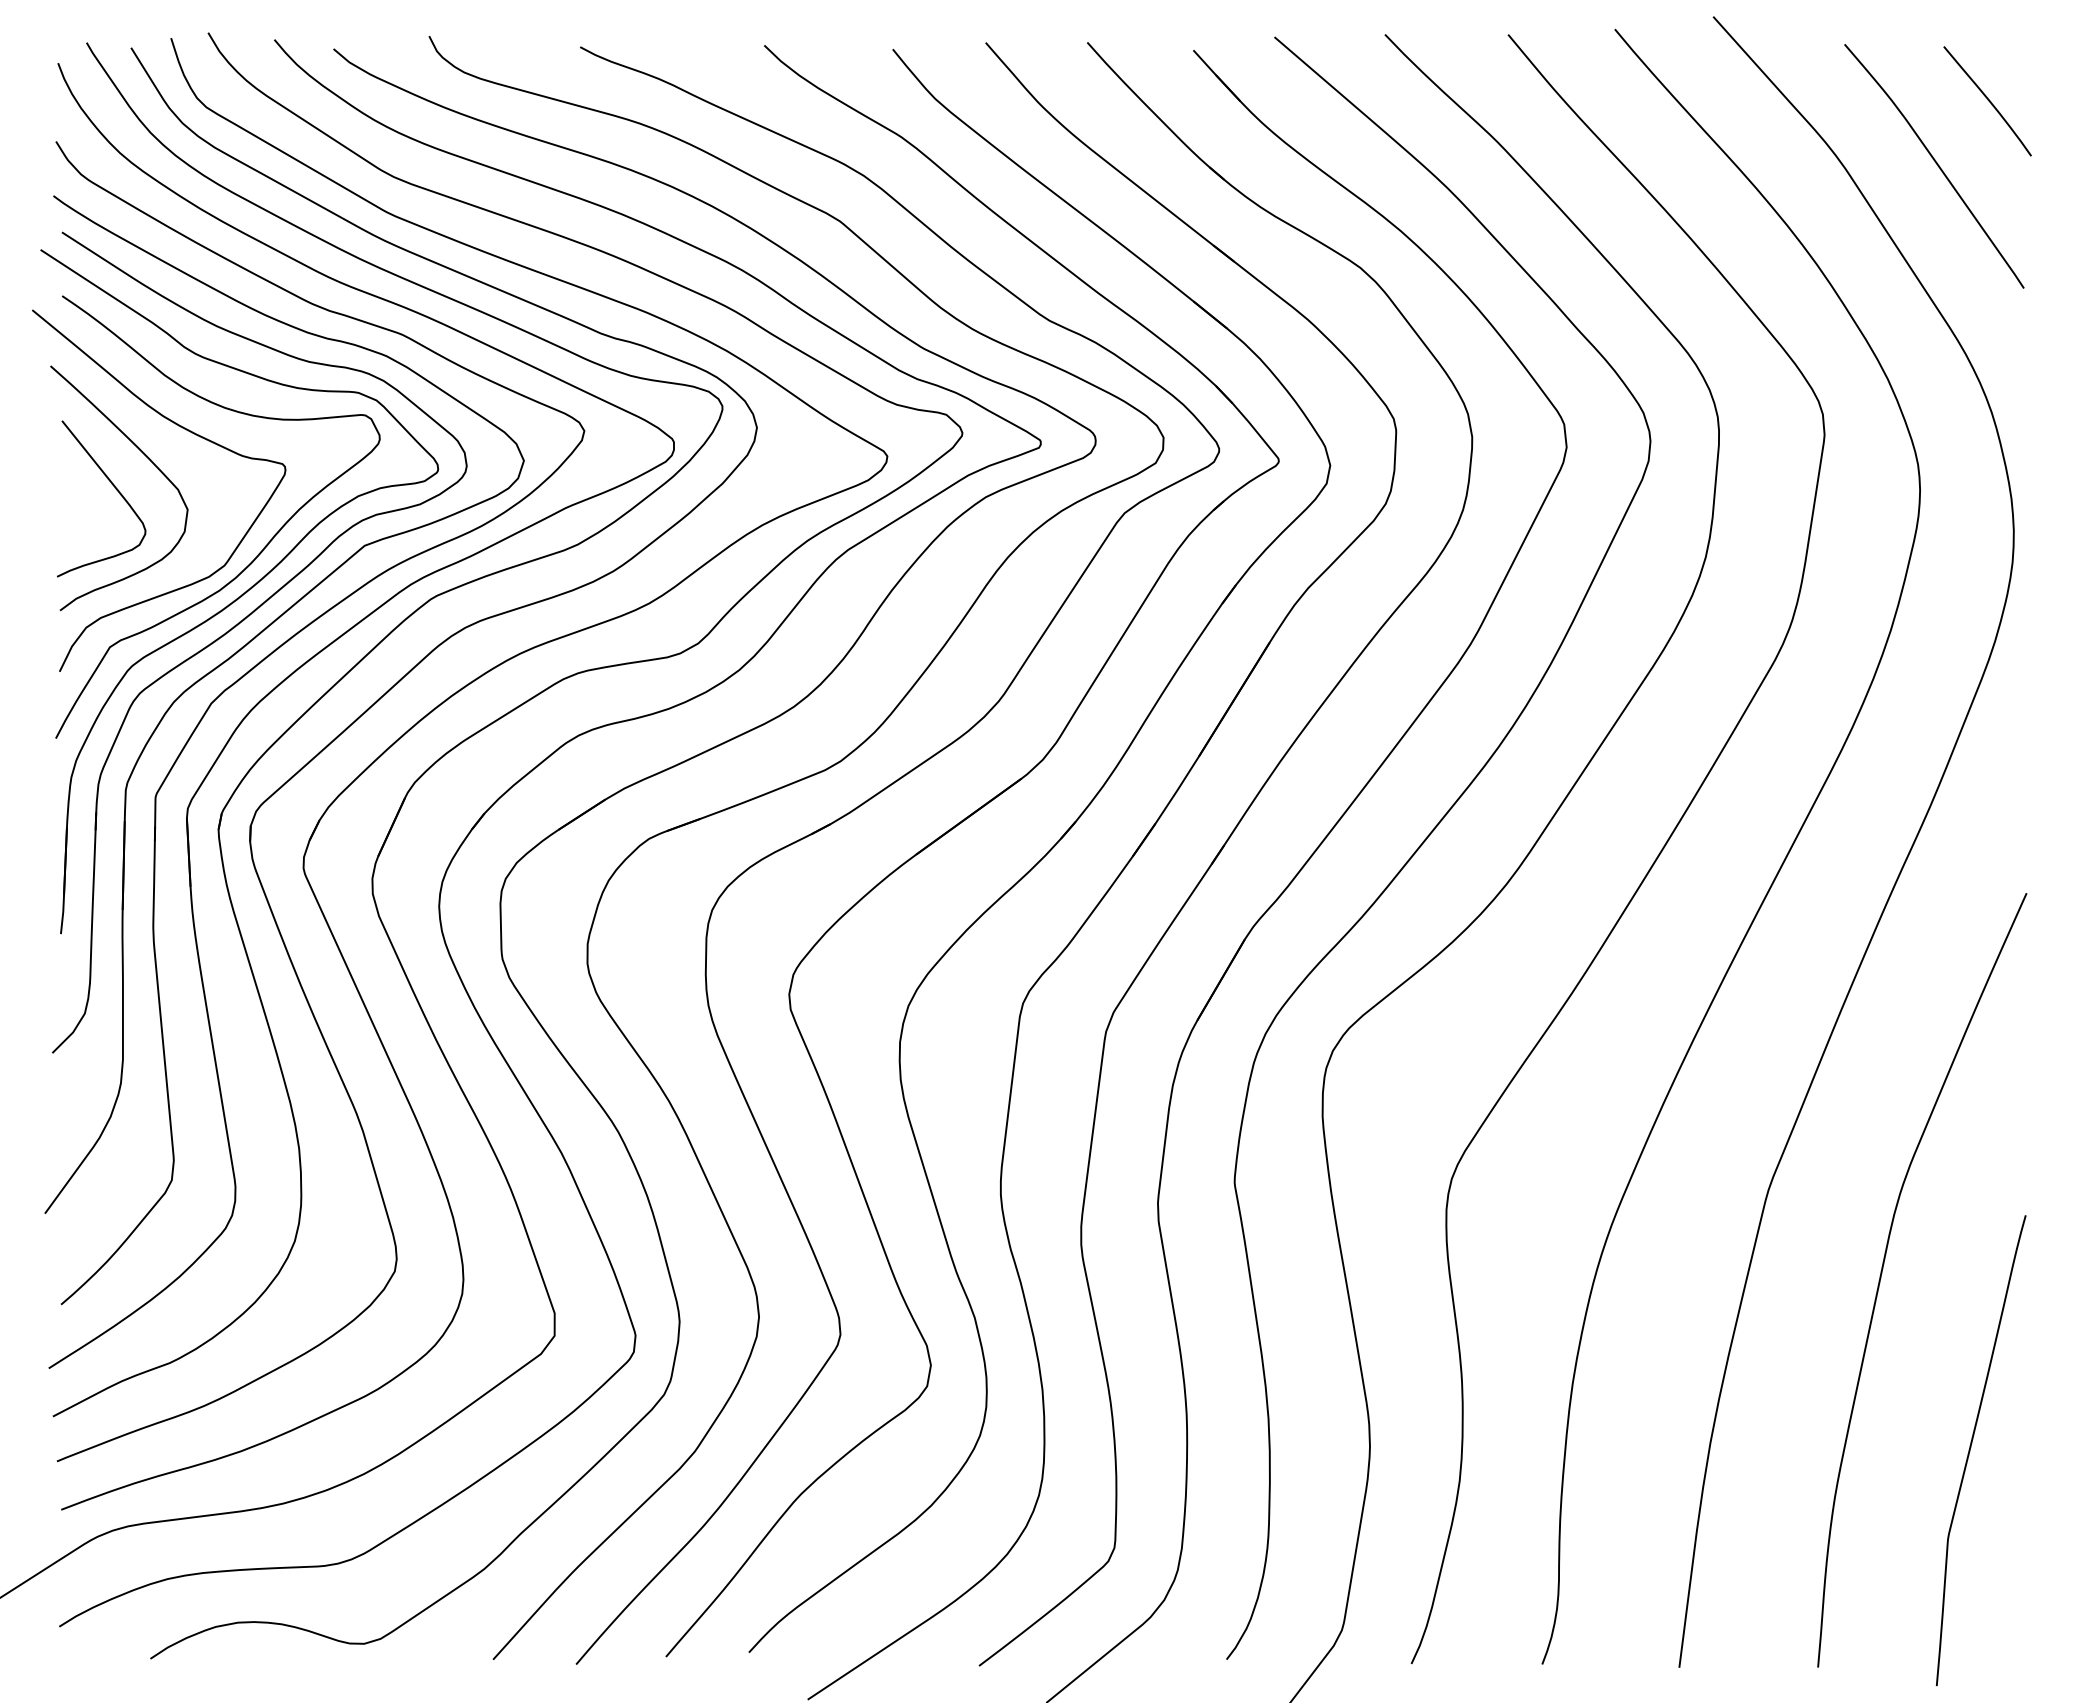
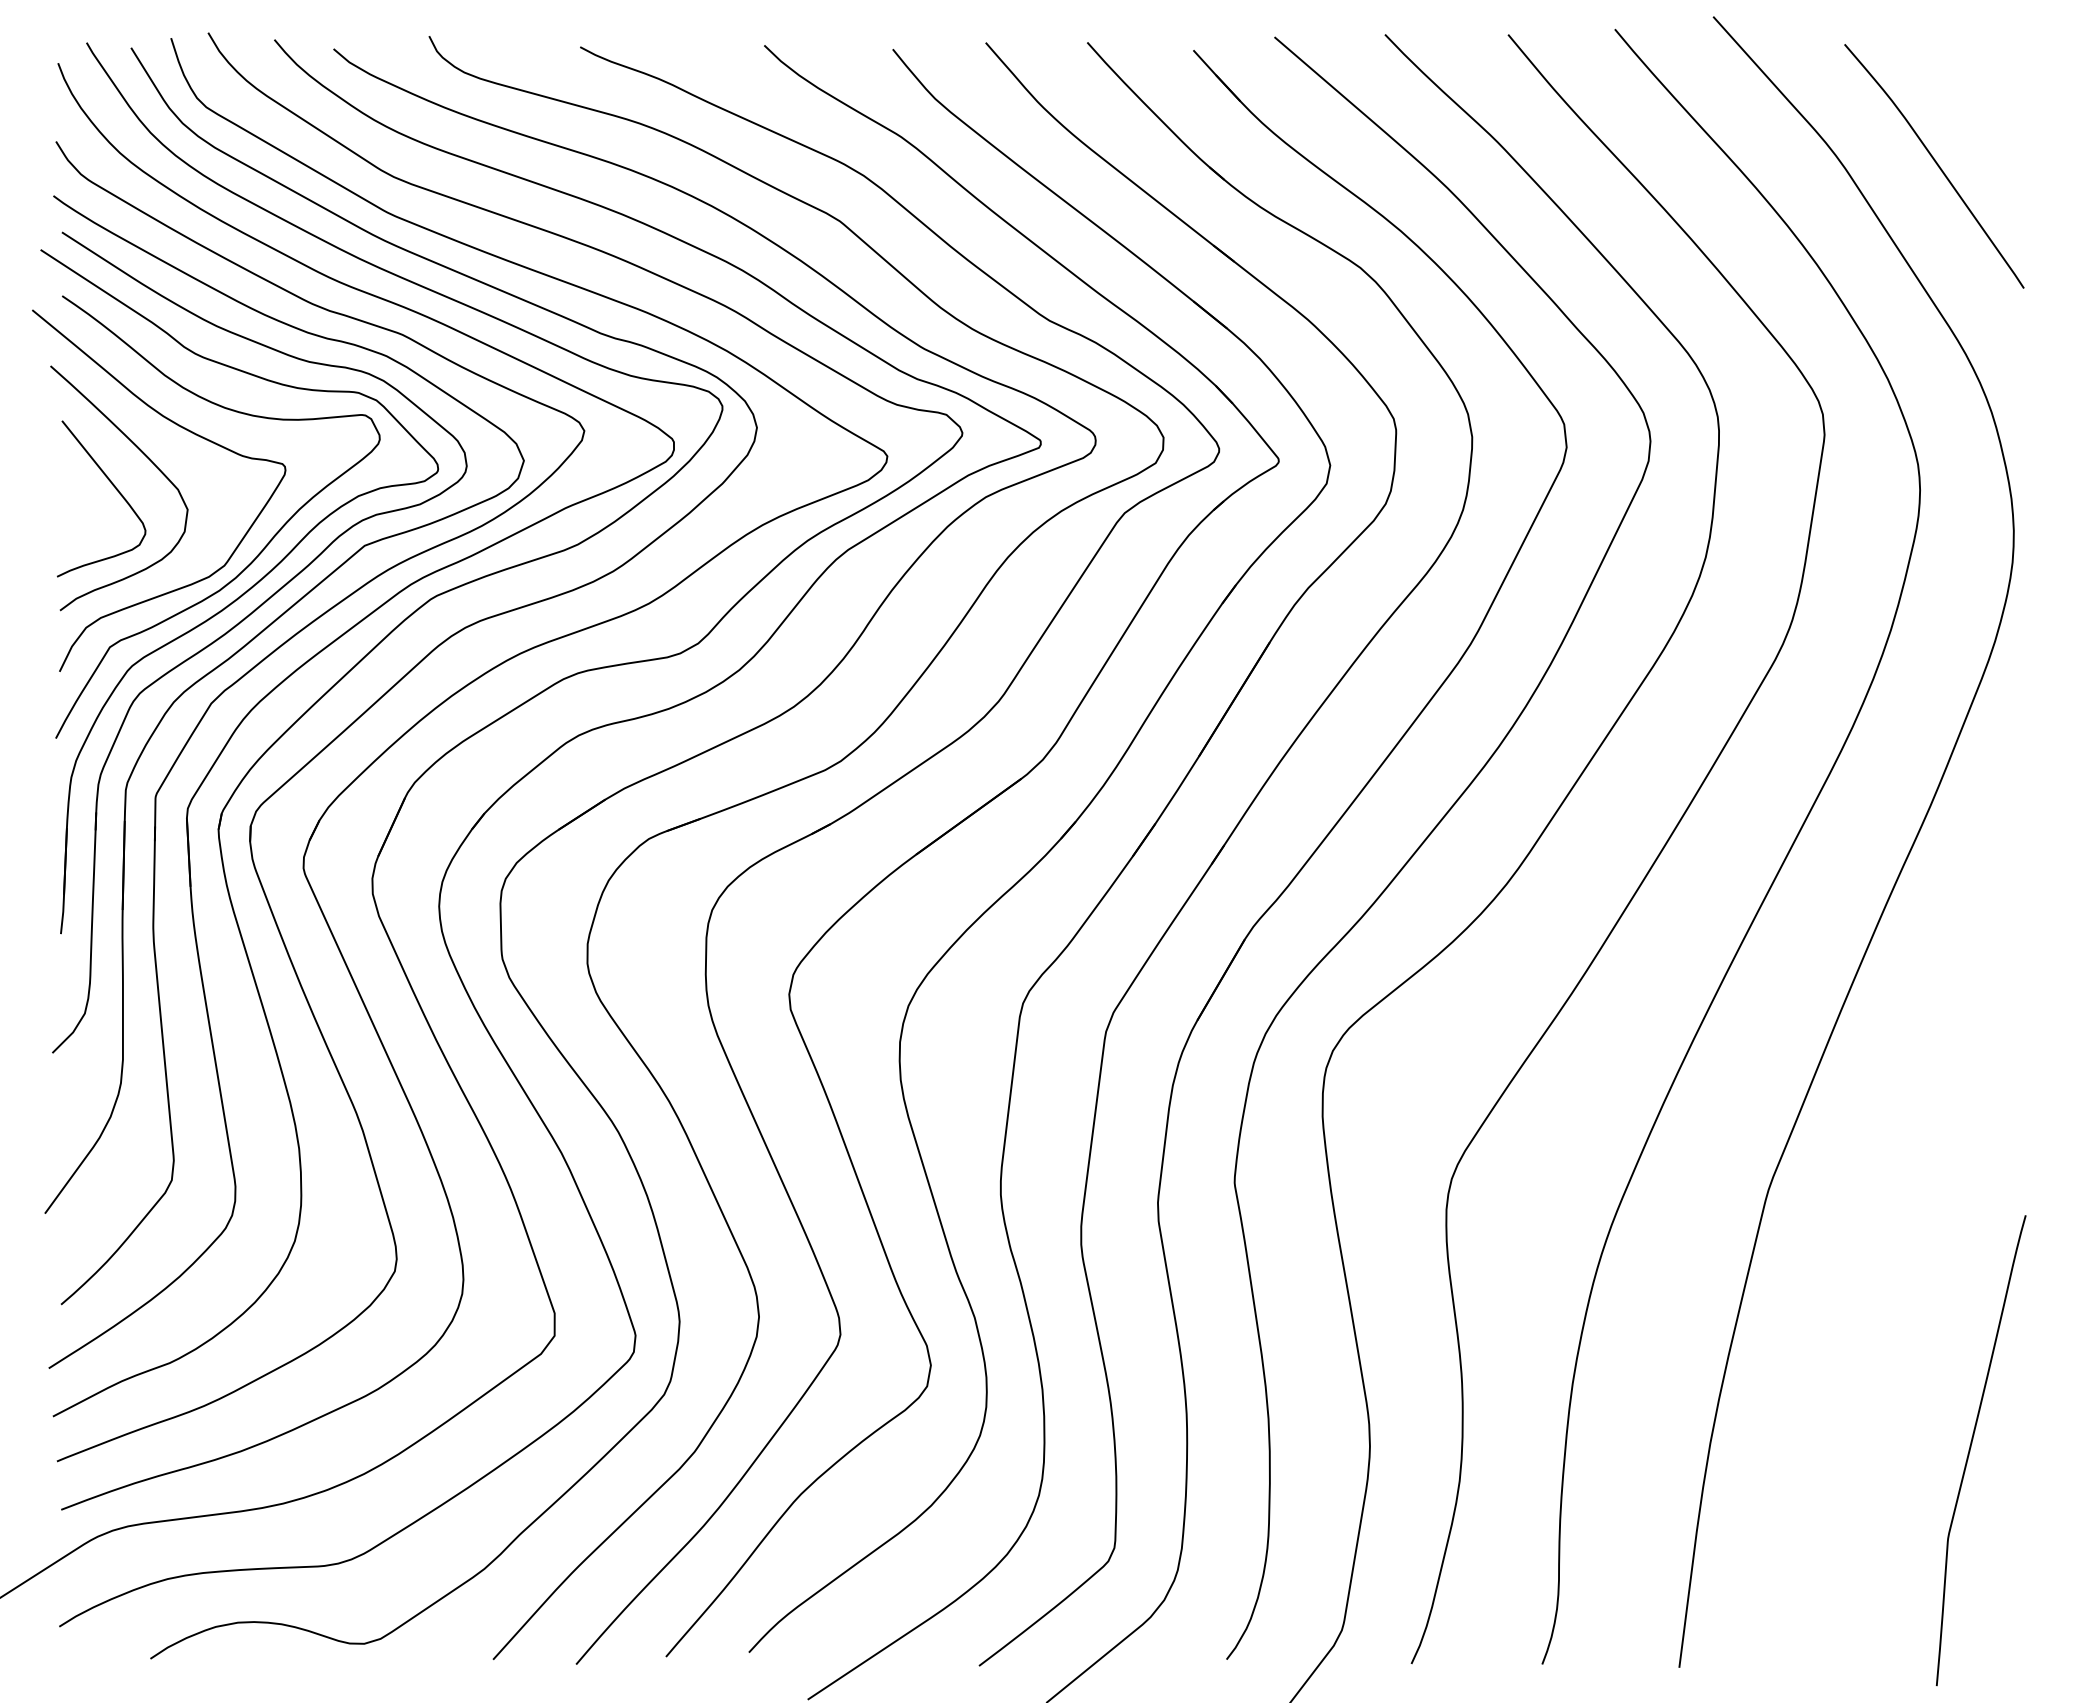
curve at (1987, 100): present -> none
curve at (1883, 1269): present -> none
